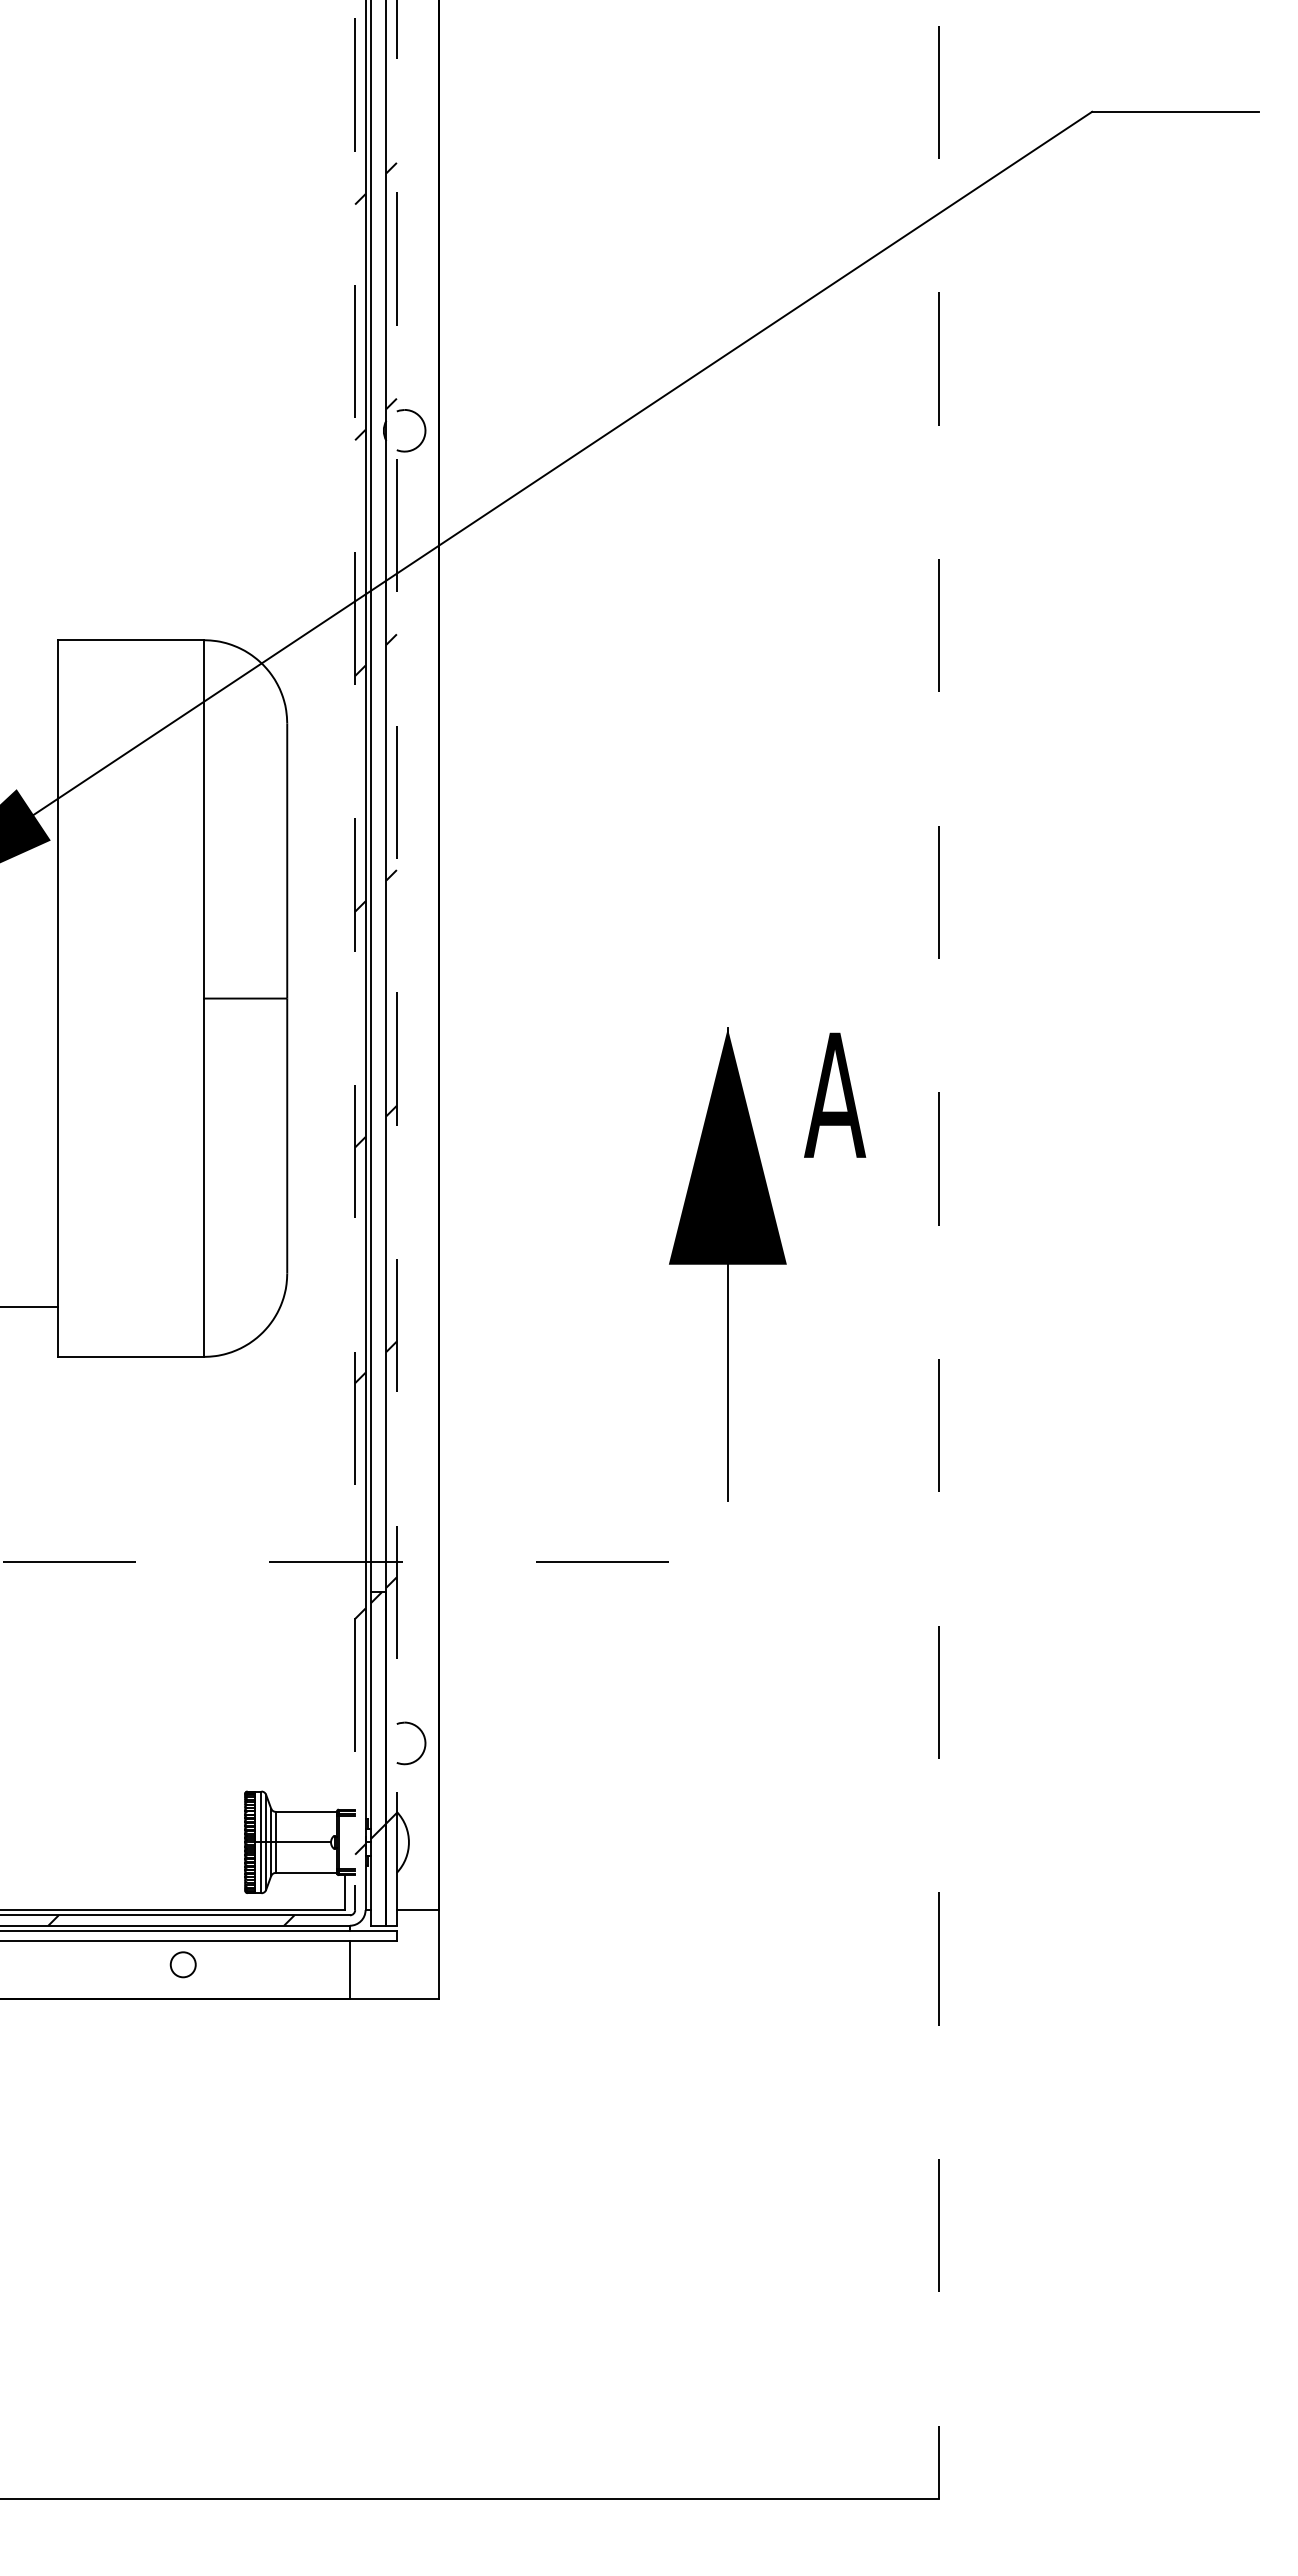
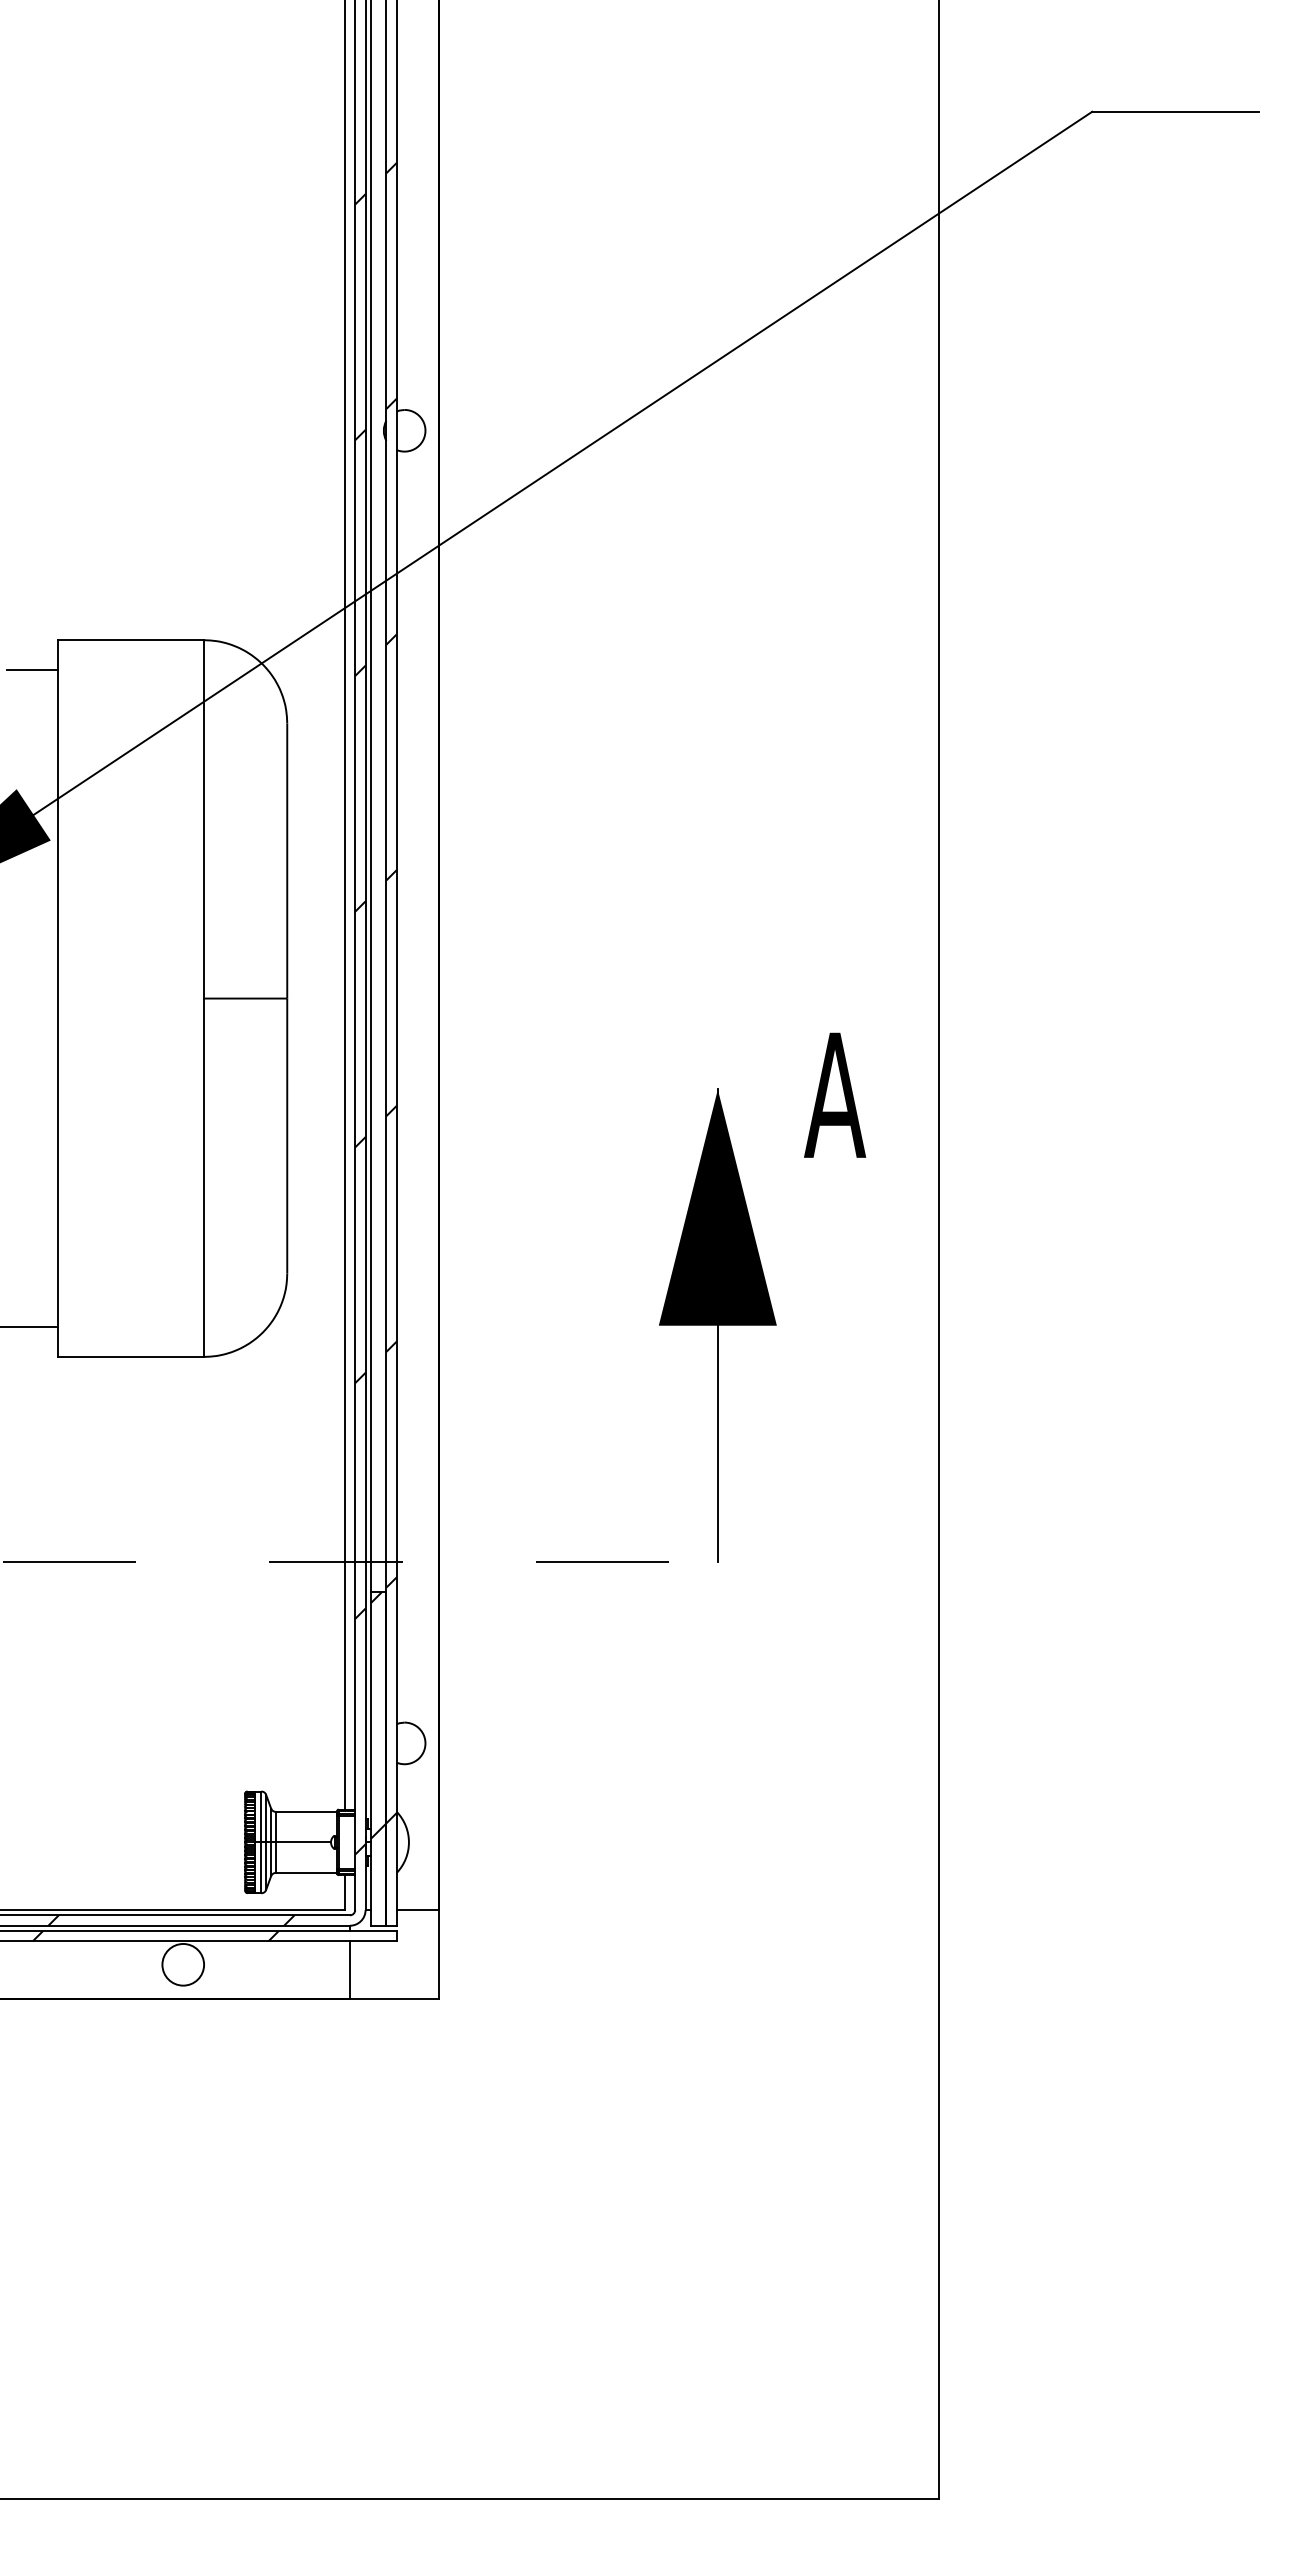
line at (32, 670): none -> present
line at (344, 905): none -> present
line at (355, 955): dashed -> solid
line at (396, 962): dashed -> solid
line at (938, 1249): dashed -> solid
part at (727, 1264) position: (727, 1264) -> (717, 1325)
line at (30, 1306) position: (30, 1306) -> (30, 1326)
hatch at (155, 1935): none -> present
circle at (182, 1964) diameter: 25 px -> 42 px
